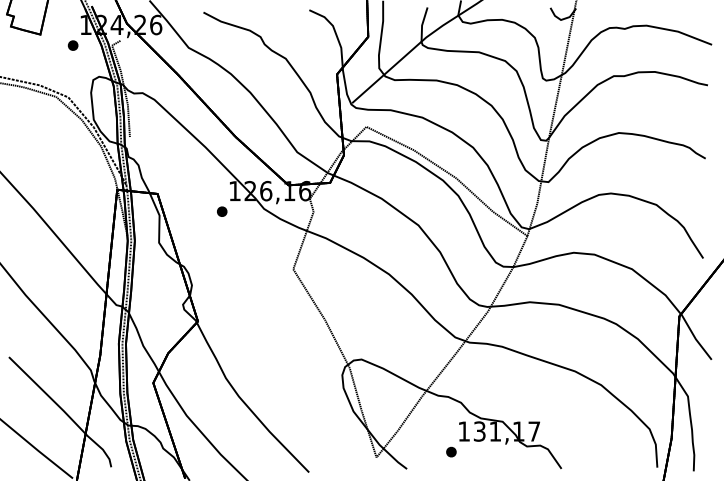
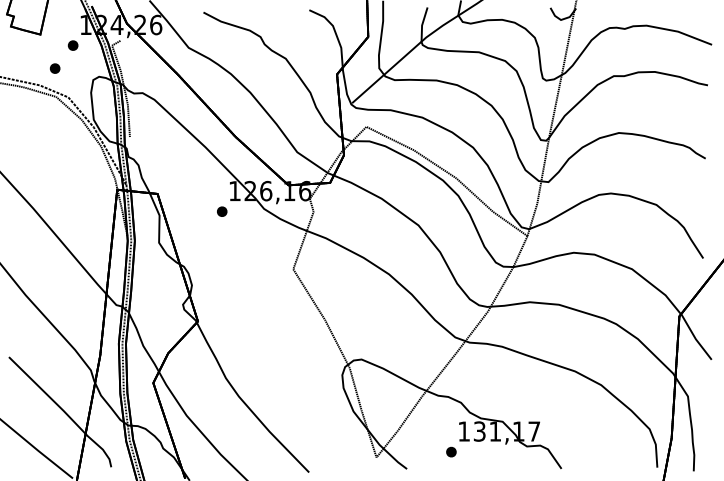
part at (54, 68): none -> present
